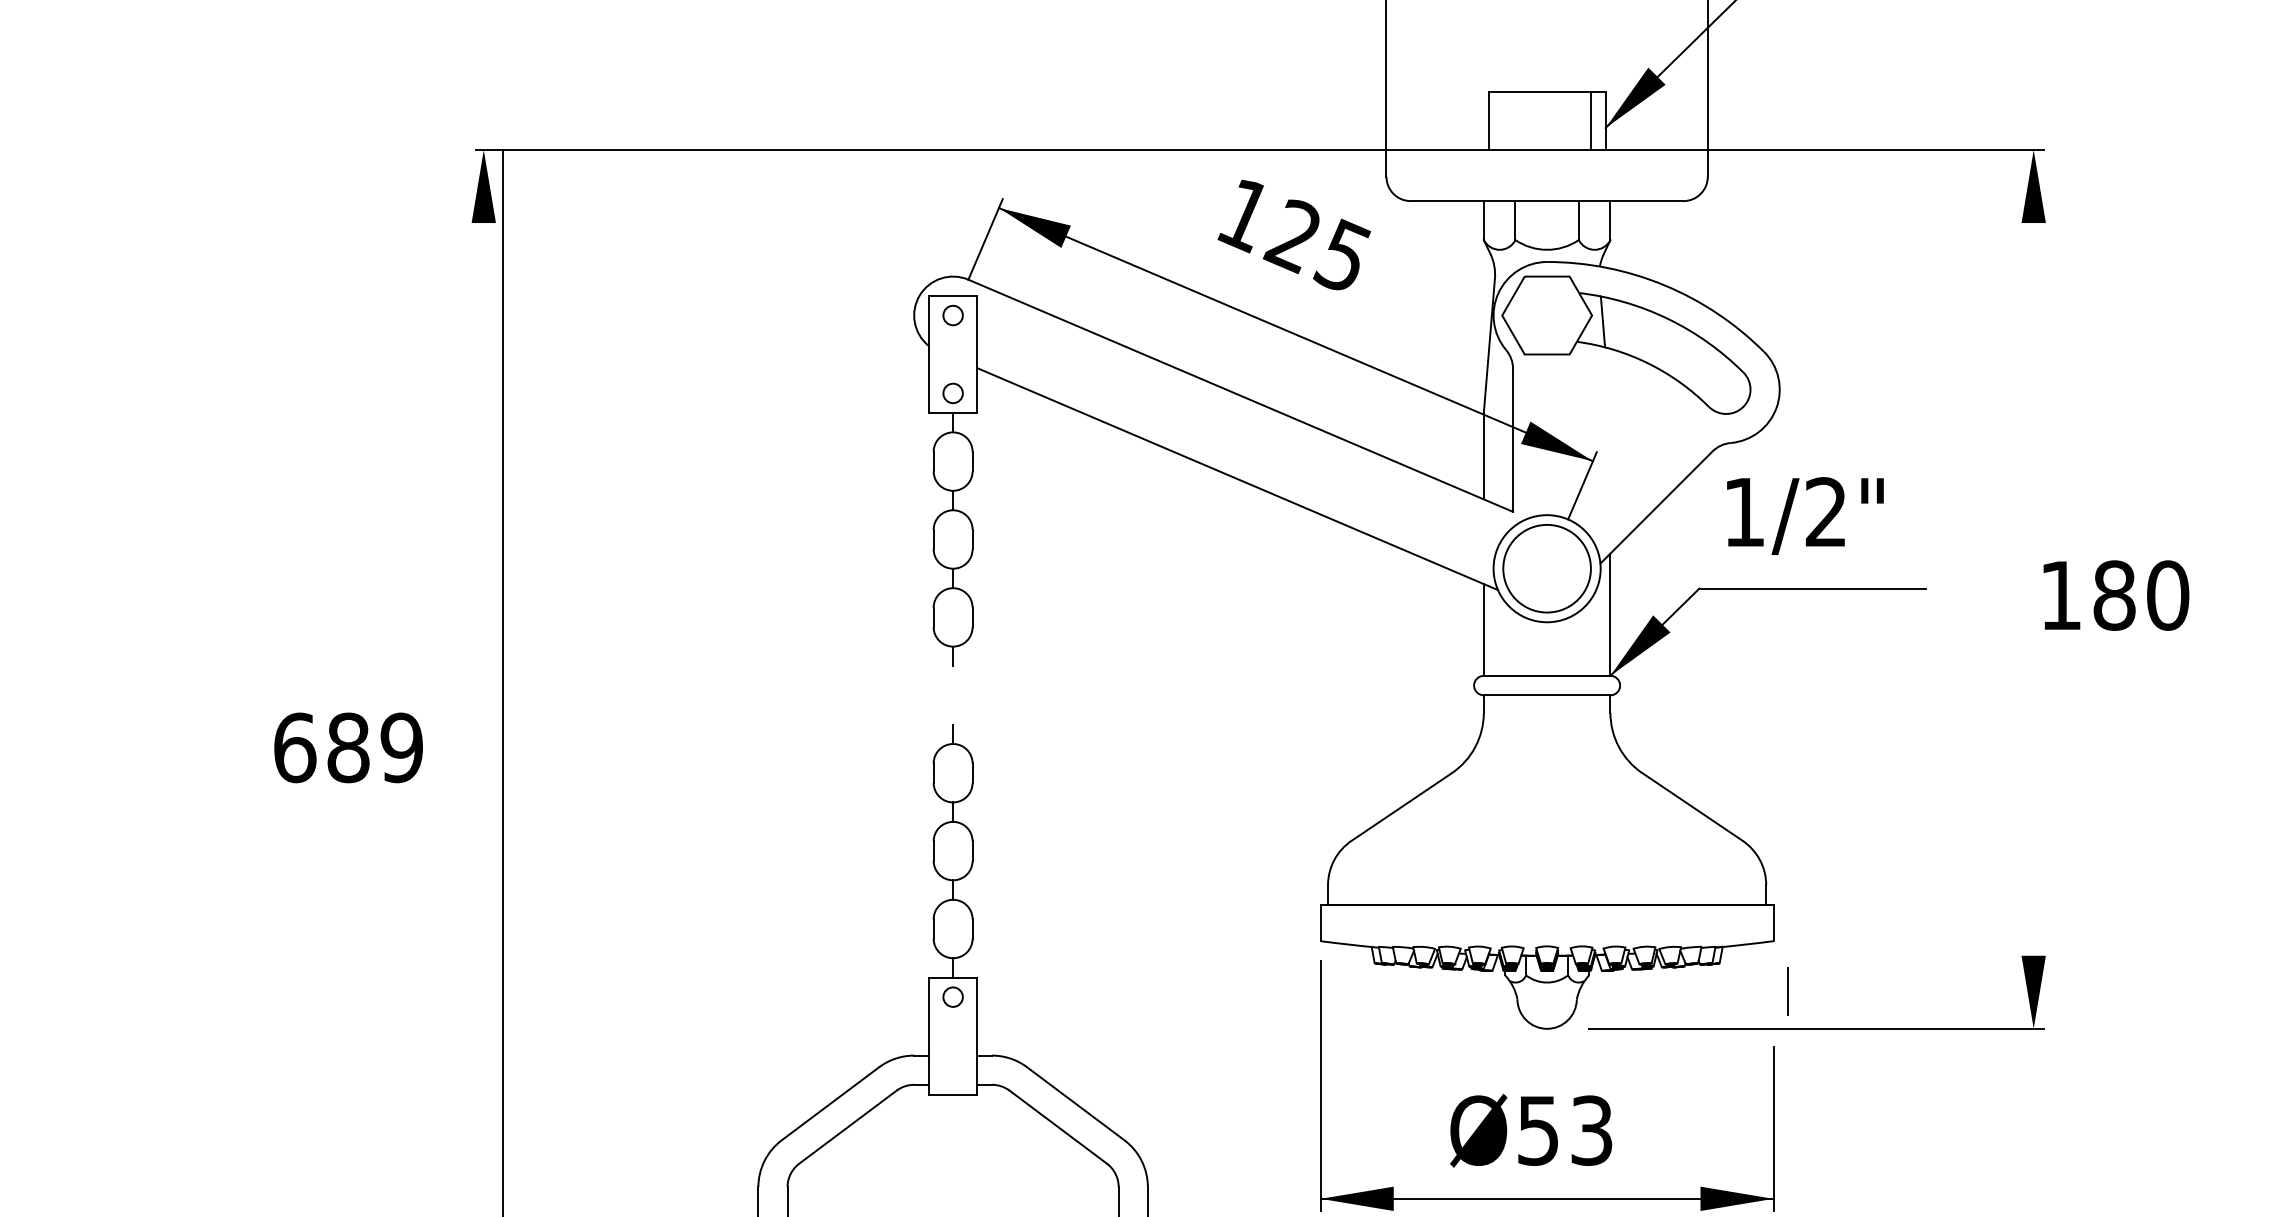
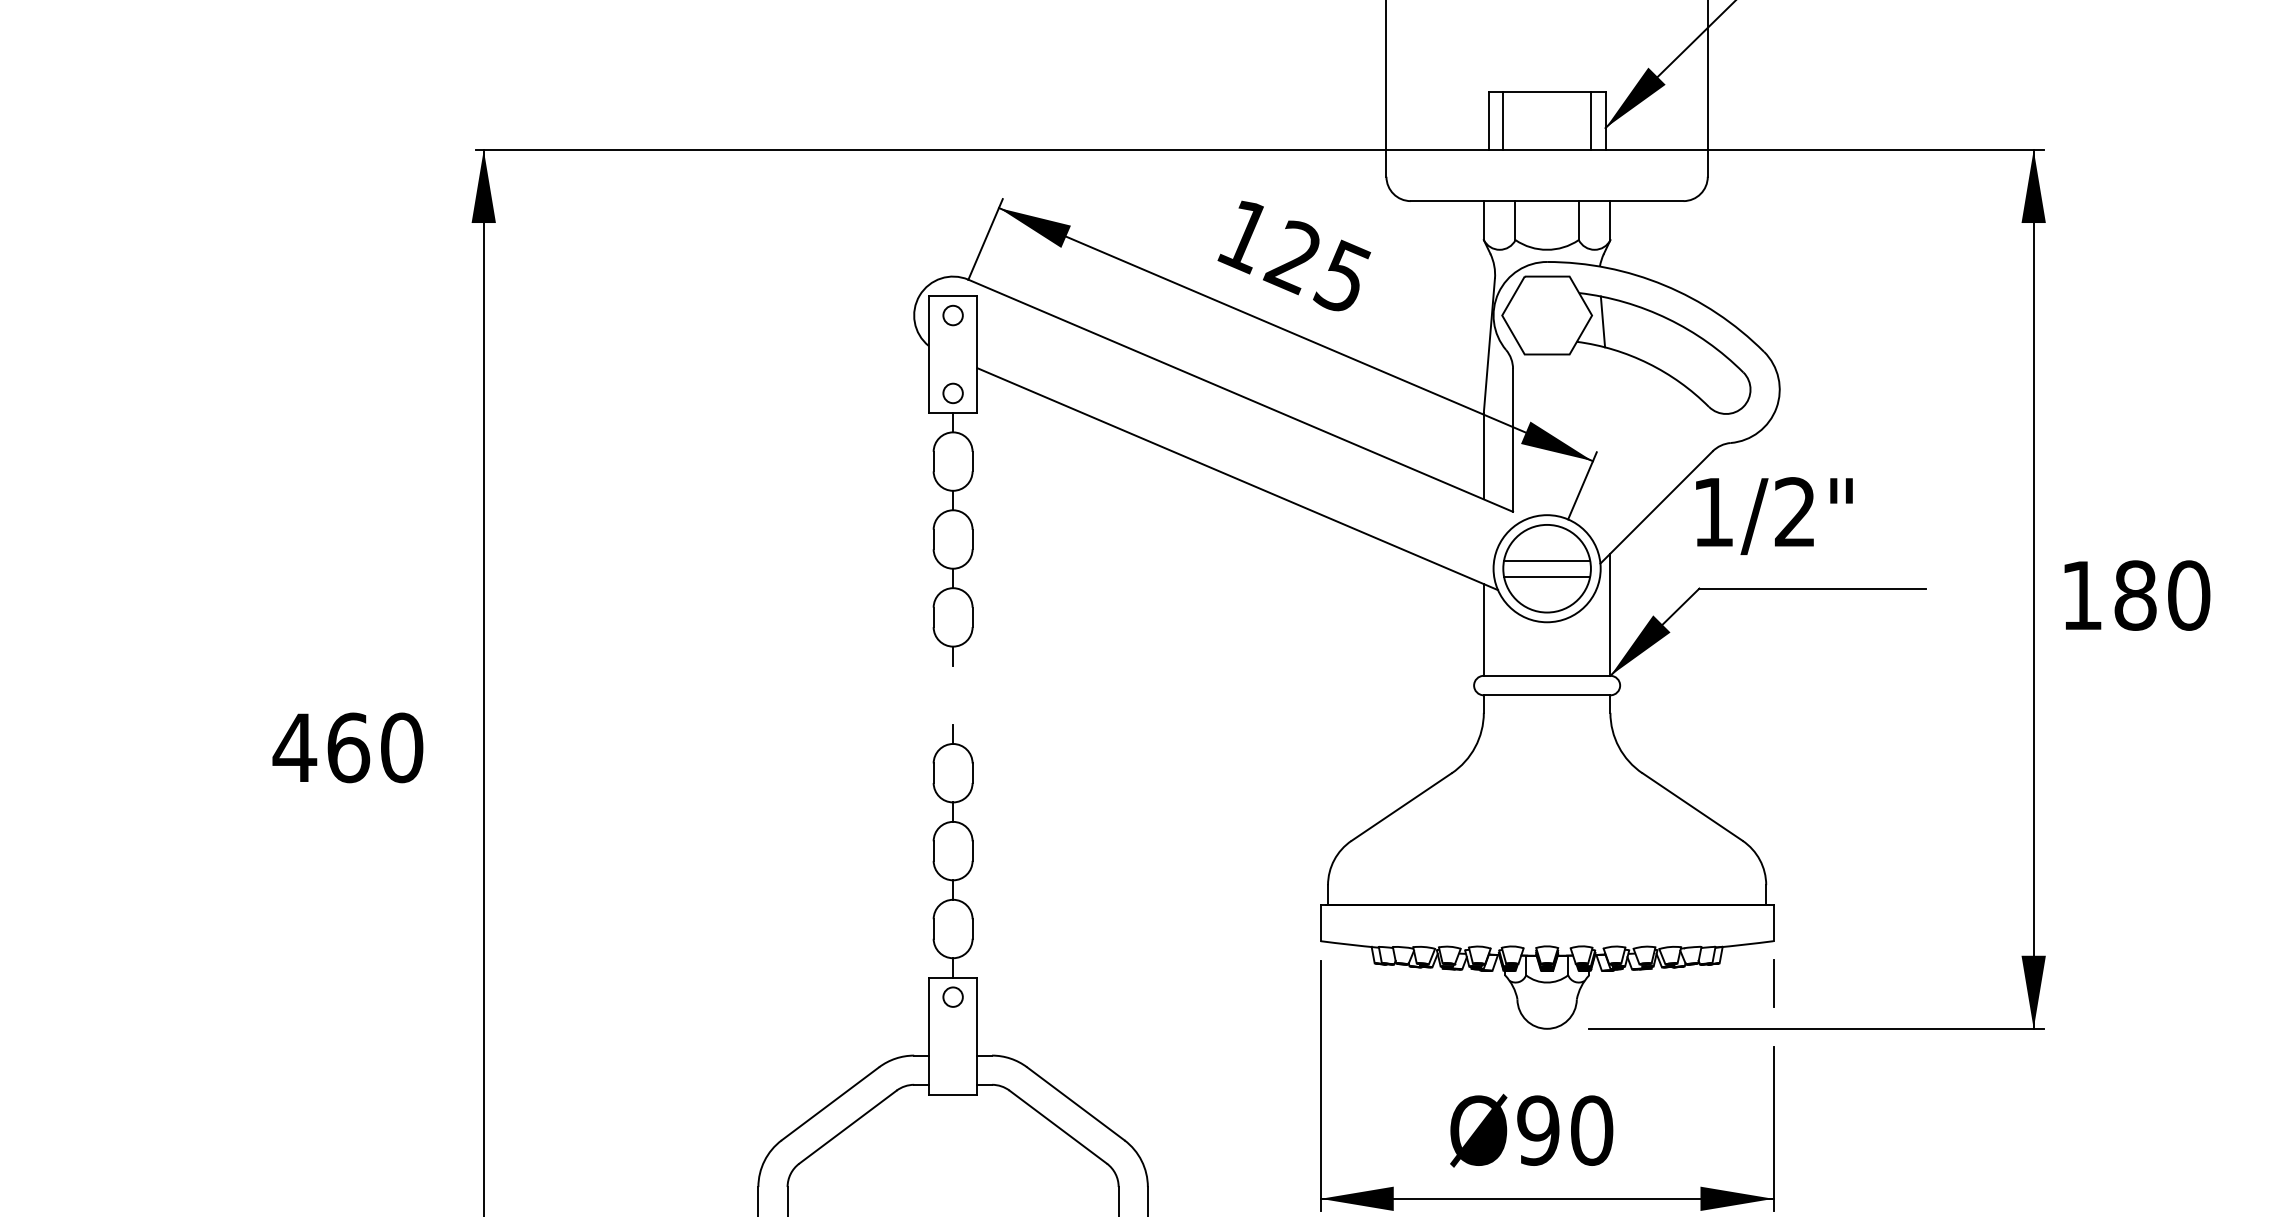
line at (1503, 120): none -> present
text at (1294, 234) position: (1294, 234) -> (1294, 255)
text at (1805, 515) position: (1805, 515) -> (1774, 515)
line at (1547, 560): none -> present
line at (1547, 576): none -> present
line at (2033, 589): none -> present
text at (2116, 595) position: (2116, 595) -> (2137, 595)
line at (502, 681) position: (502, 681) -> (483, 681)
text at (347, 747): 689 -> 460
line at (1787, 991) position: (1787, 991) -> (1773, 983)
text at (1565, 1130): Ø53 -> Ø90
